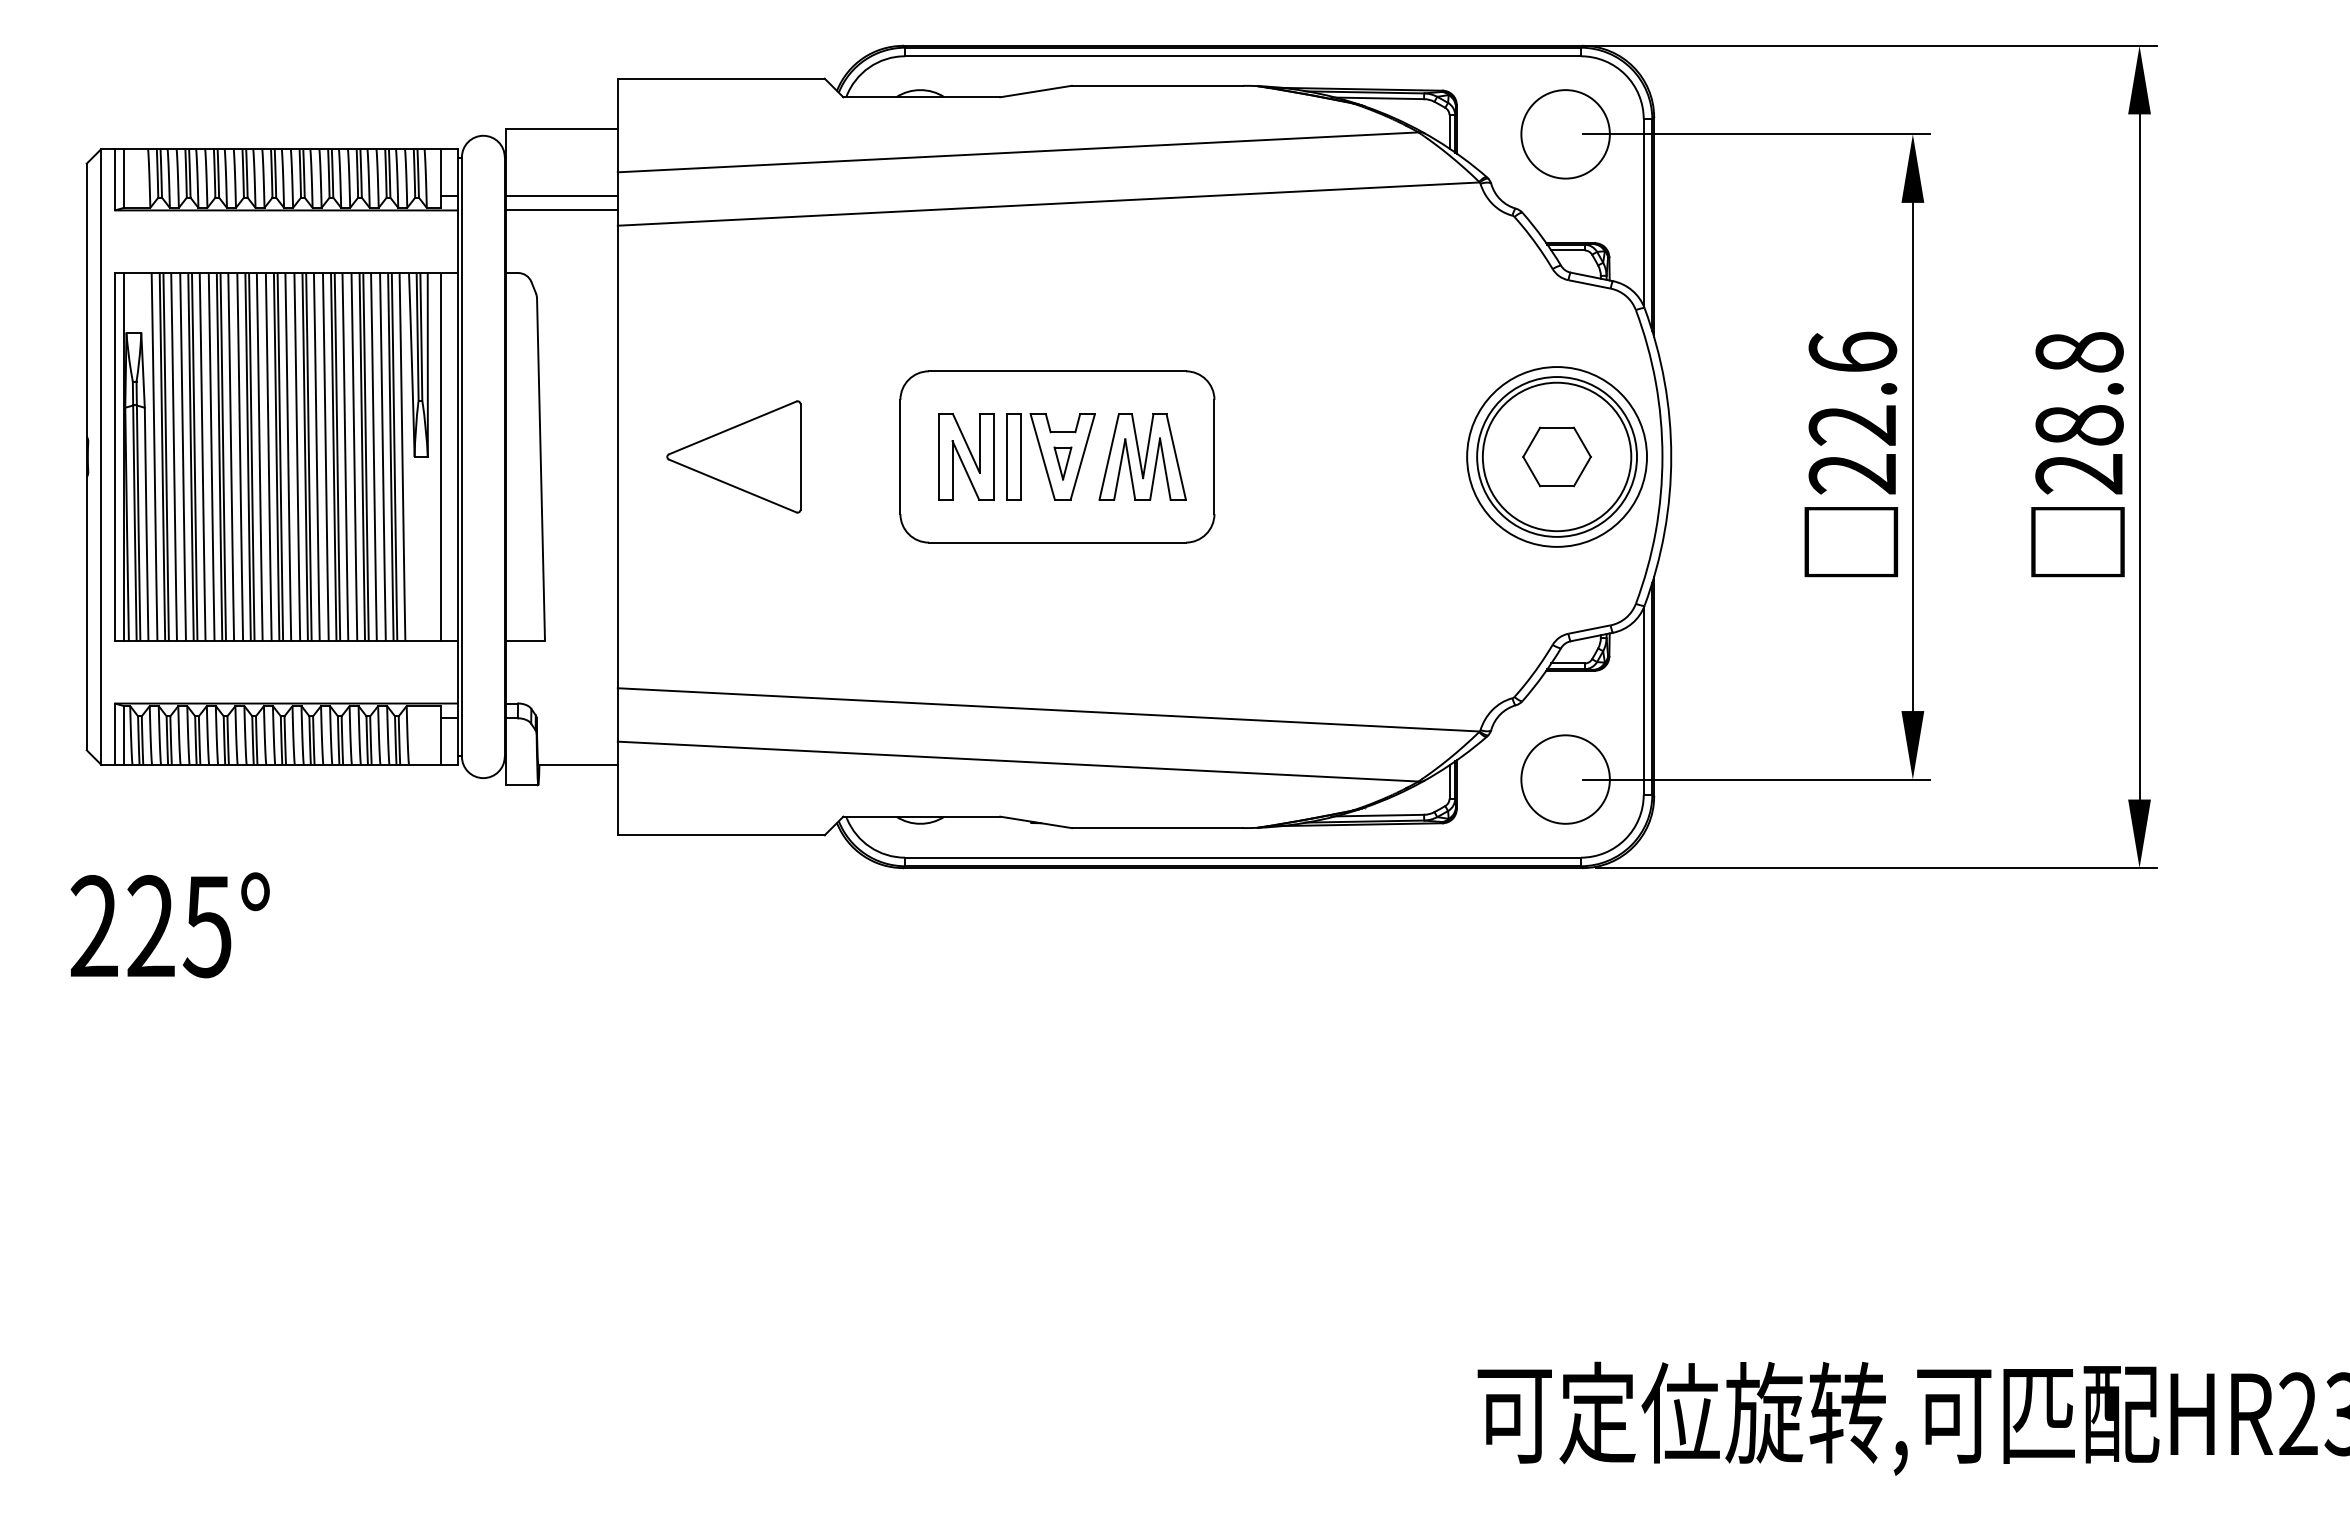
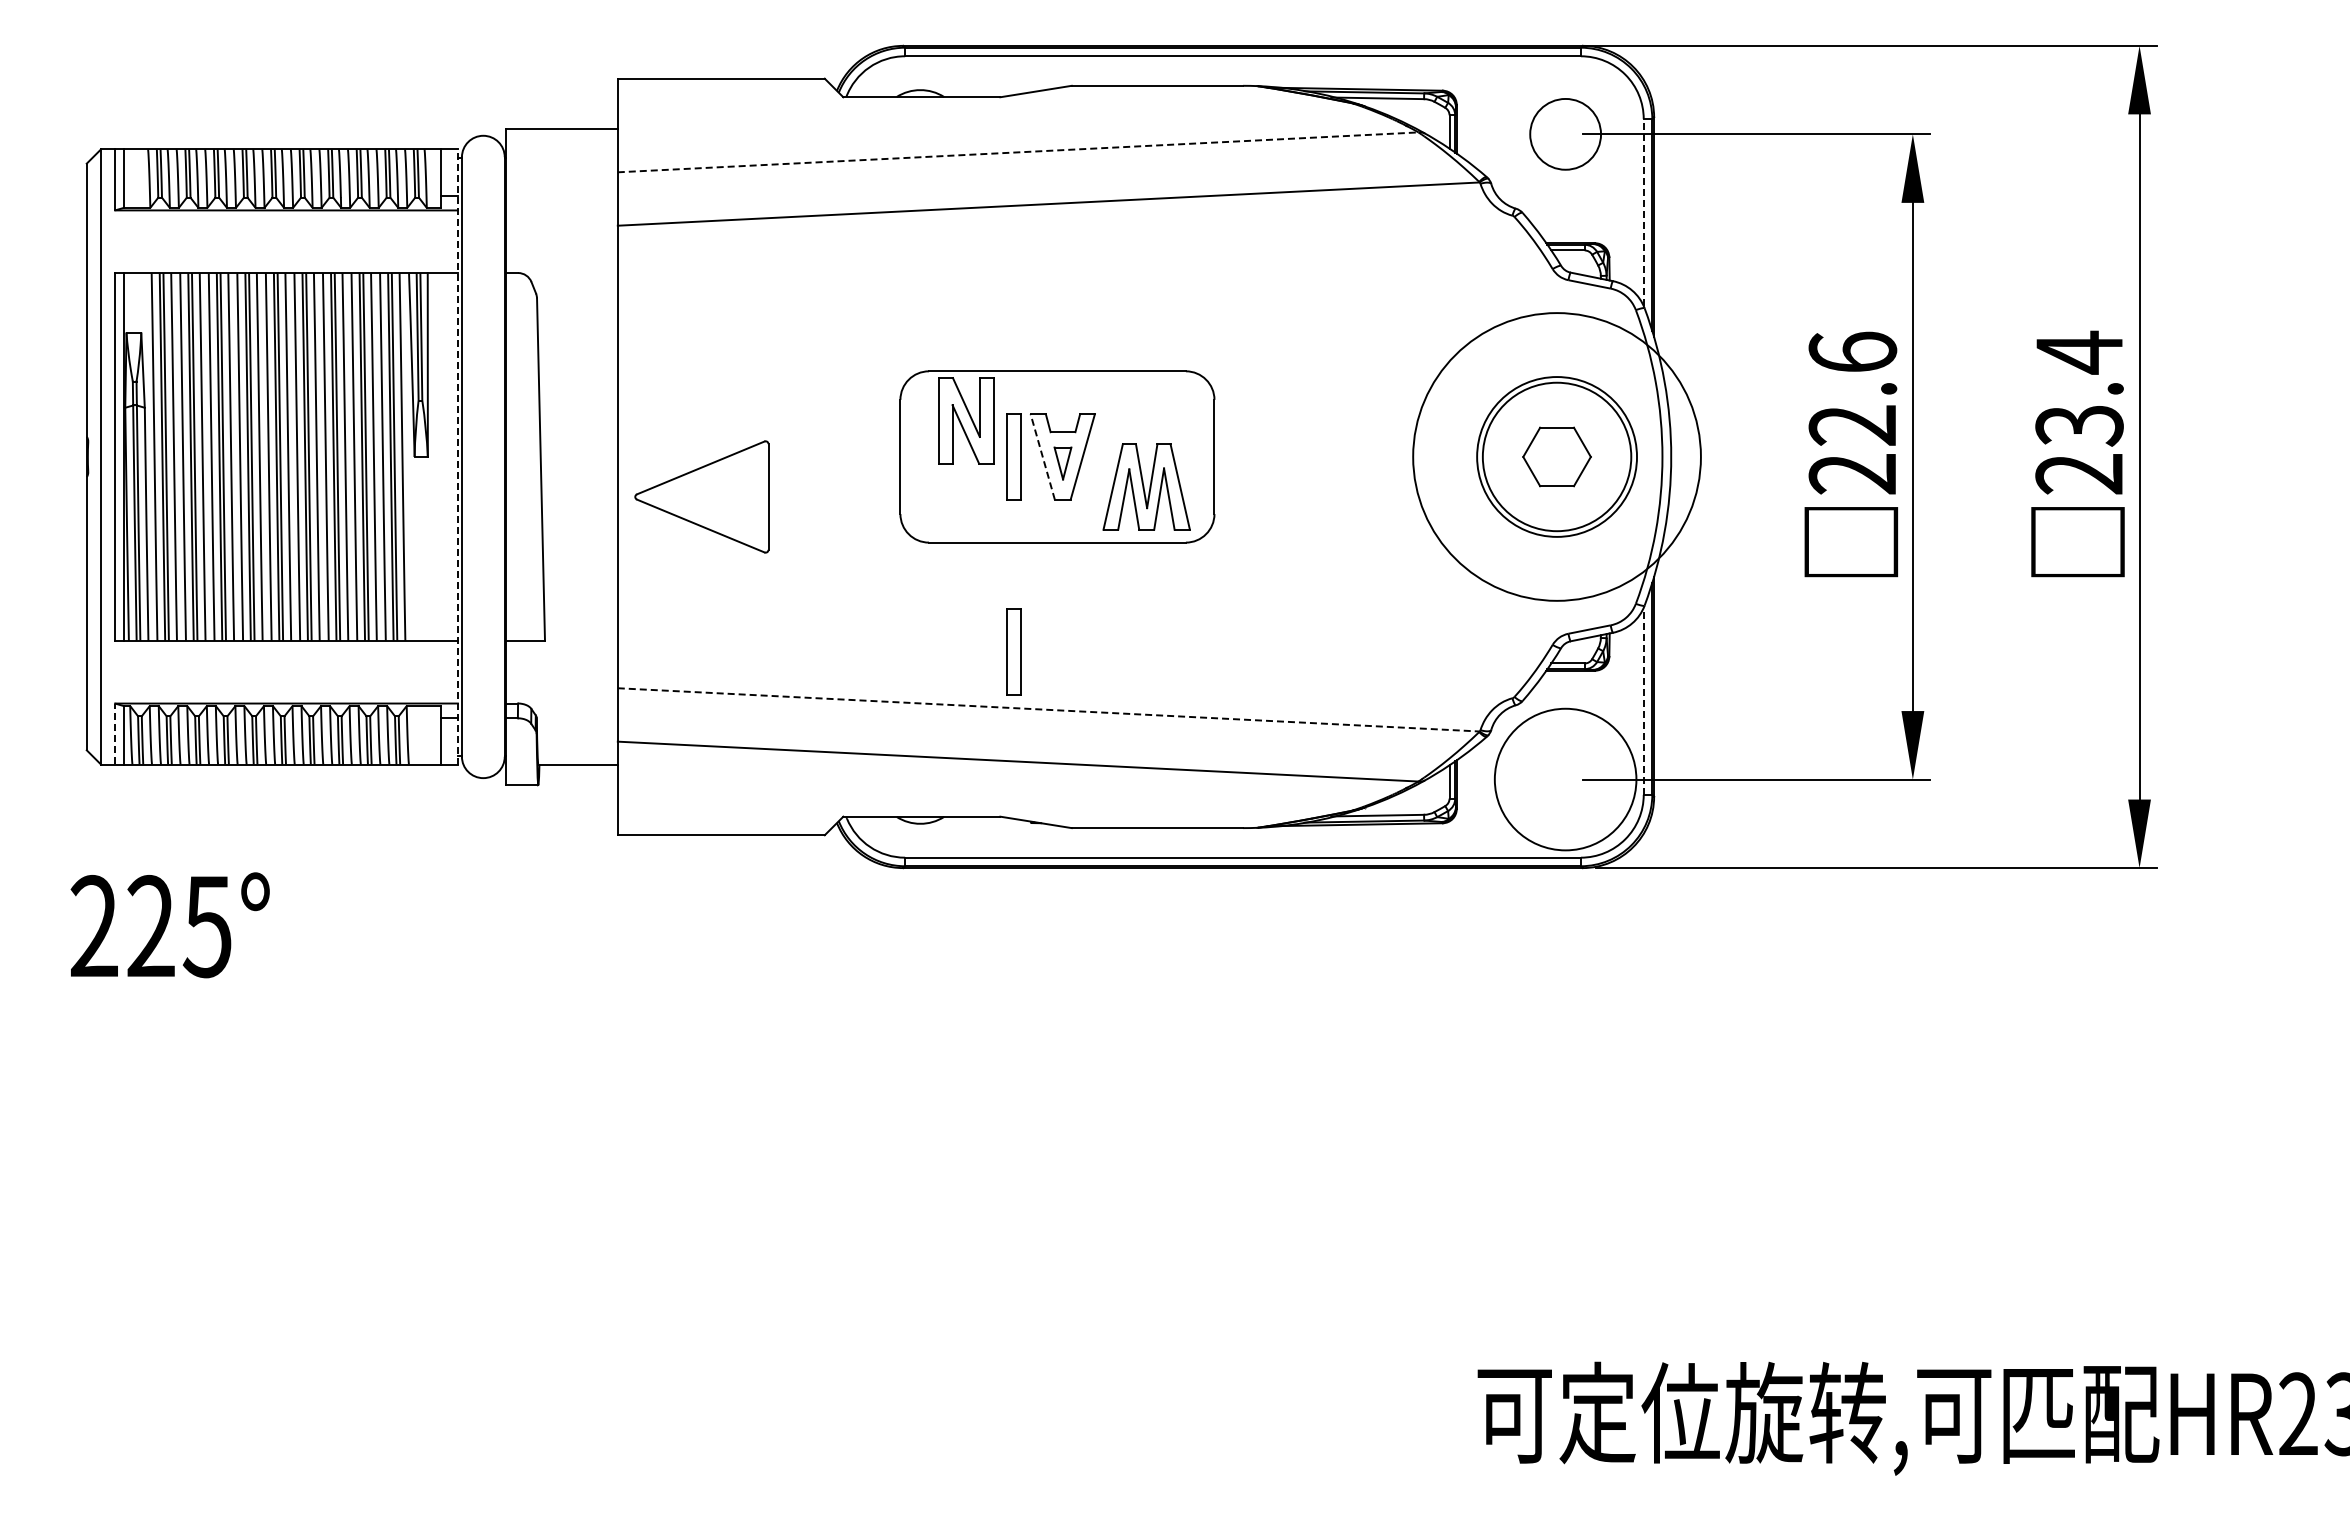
circle at (1565, 134) diameter: 89 px -> 71 px
line at (1018, 152): solid -> dashed
line at (561, 195): present -> none
line at (561, 210): present -> none
line at (1643, 212): solid -> dashed
text at (2079, 388): 28.8 -> 23.4
line at (440, 456): present -> none
line at (457, 456): solid -> dashed
part at (733, 456) position: (733, 456) -> (701, 496)
part at (966, 456) position: (966, 456) -> (966, 420)
line at (1042, 456): solid -> dashed
part at (1142, 456) position: (1142, 456) -> (1146, 486)
circle at (1556, 456) diameter: 180 px -> 288 px
part at (1013, 651): none -> present
line at (1643, 701): solid -> dashed
line at (1048, 709): solid -> dashed
line at (115, 733): solid -> dashed
circle at (1565, 779) diameter: 89 px -> 142 px
